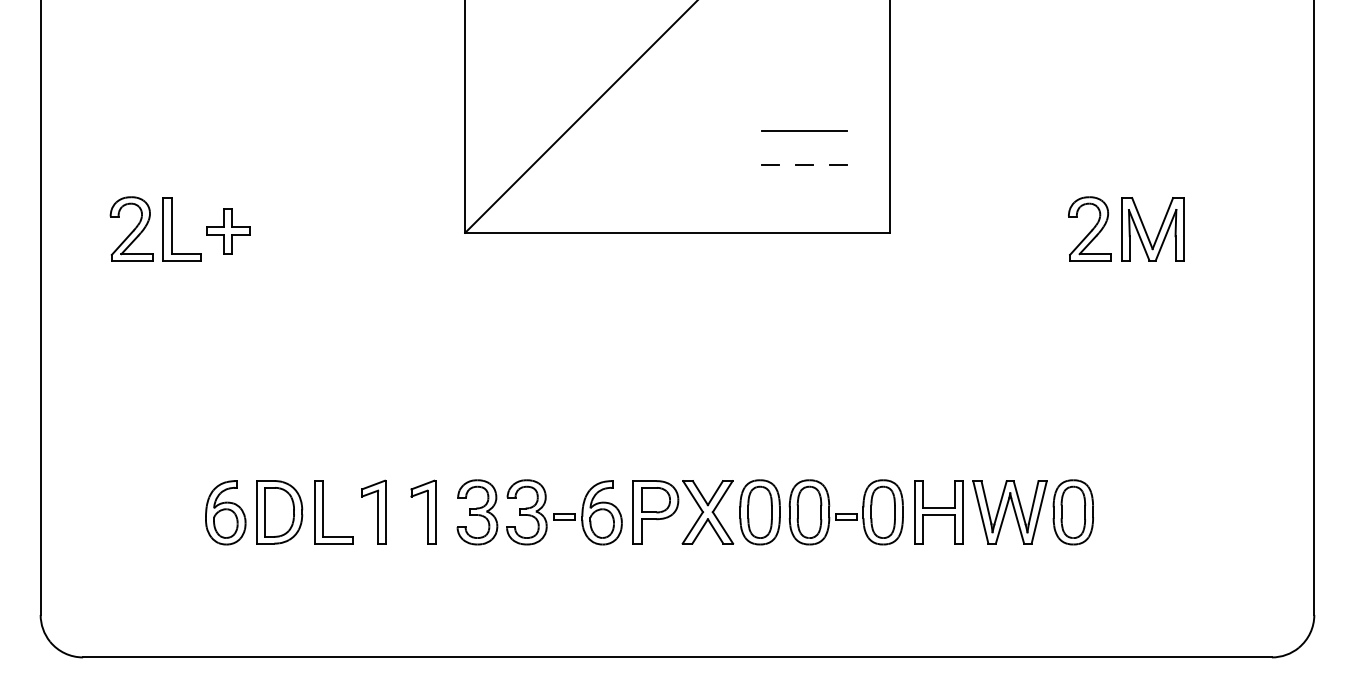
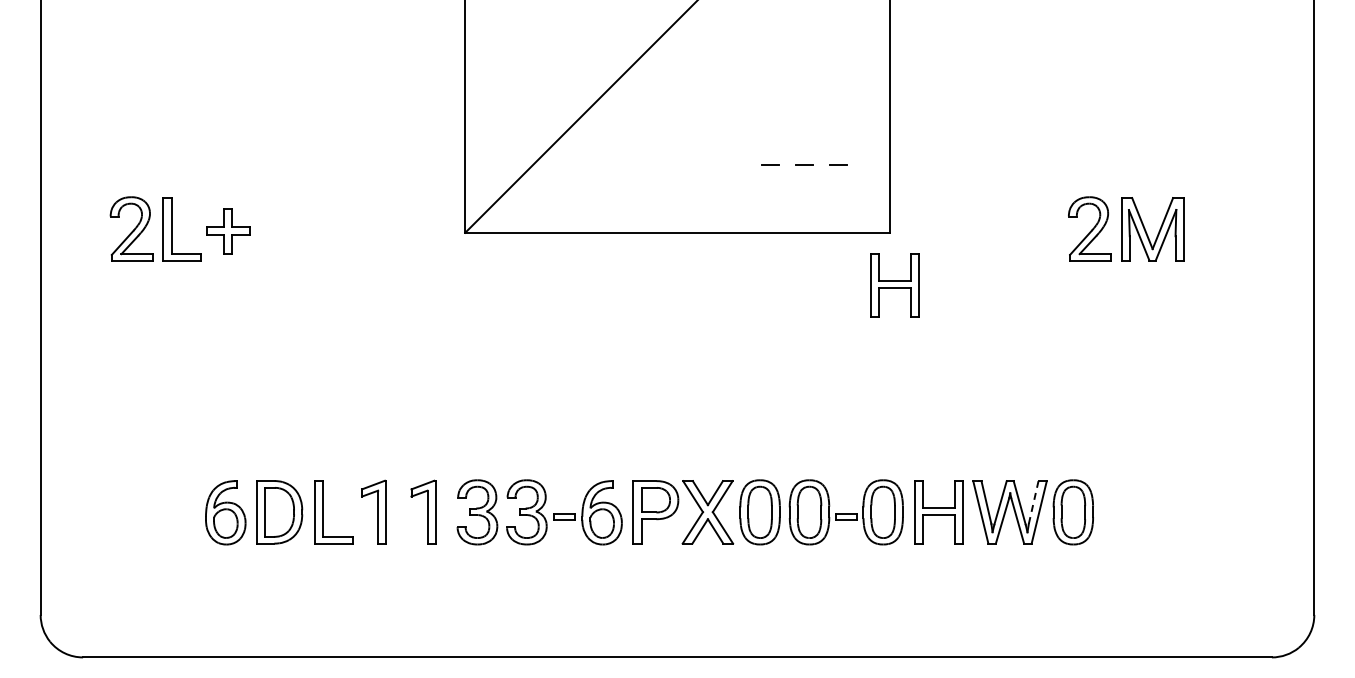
line at (804, 130): present -> none
part at (894, 285): none -> present
line at (1033, 502): solid -> dashed
